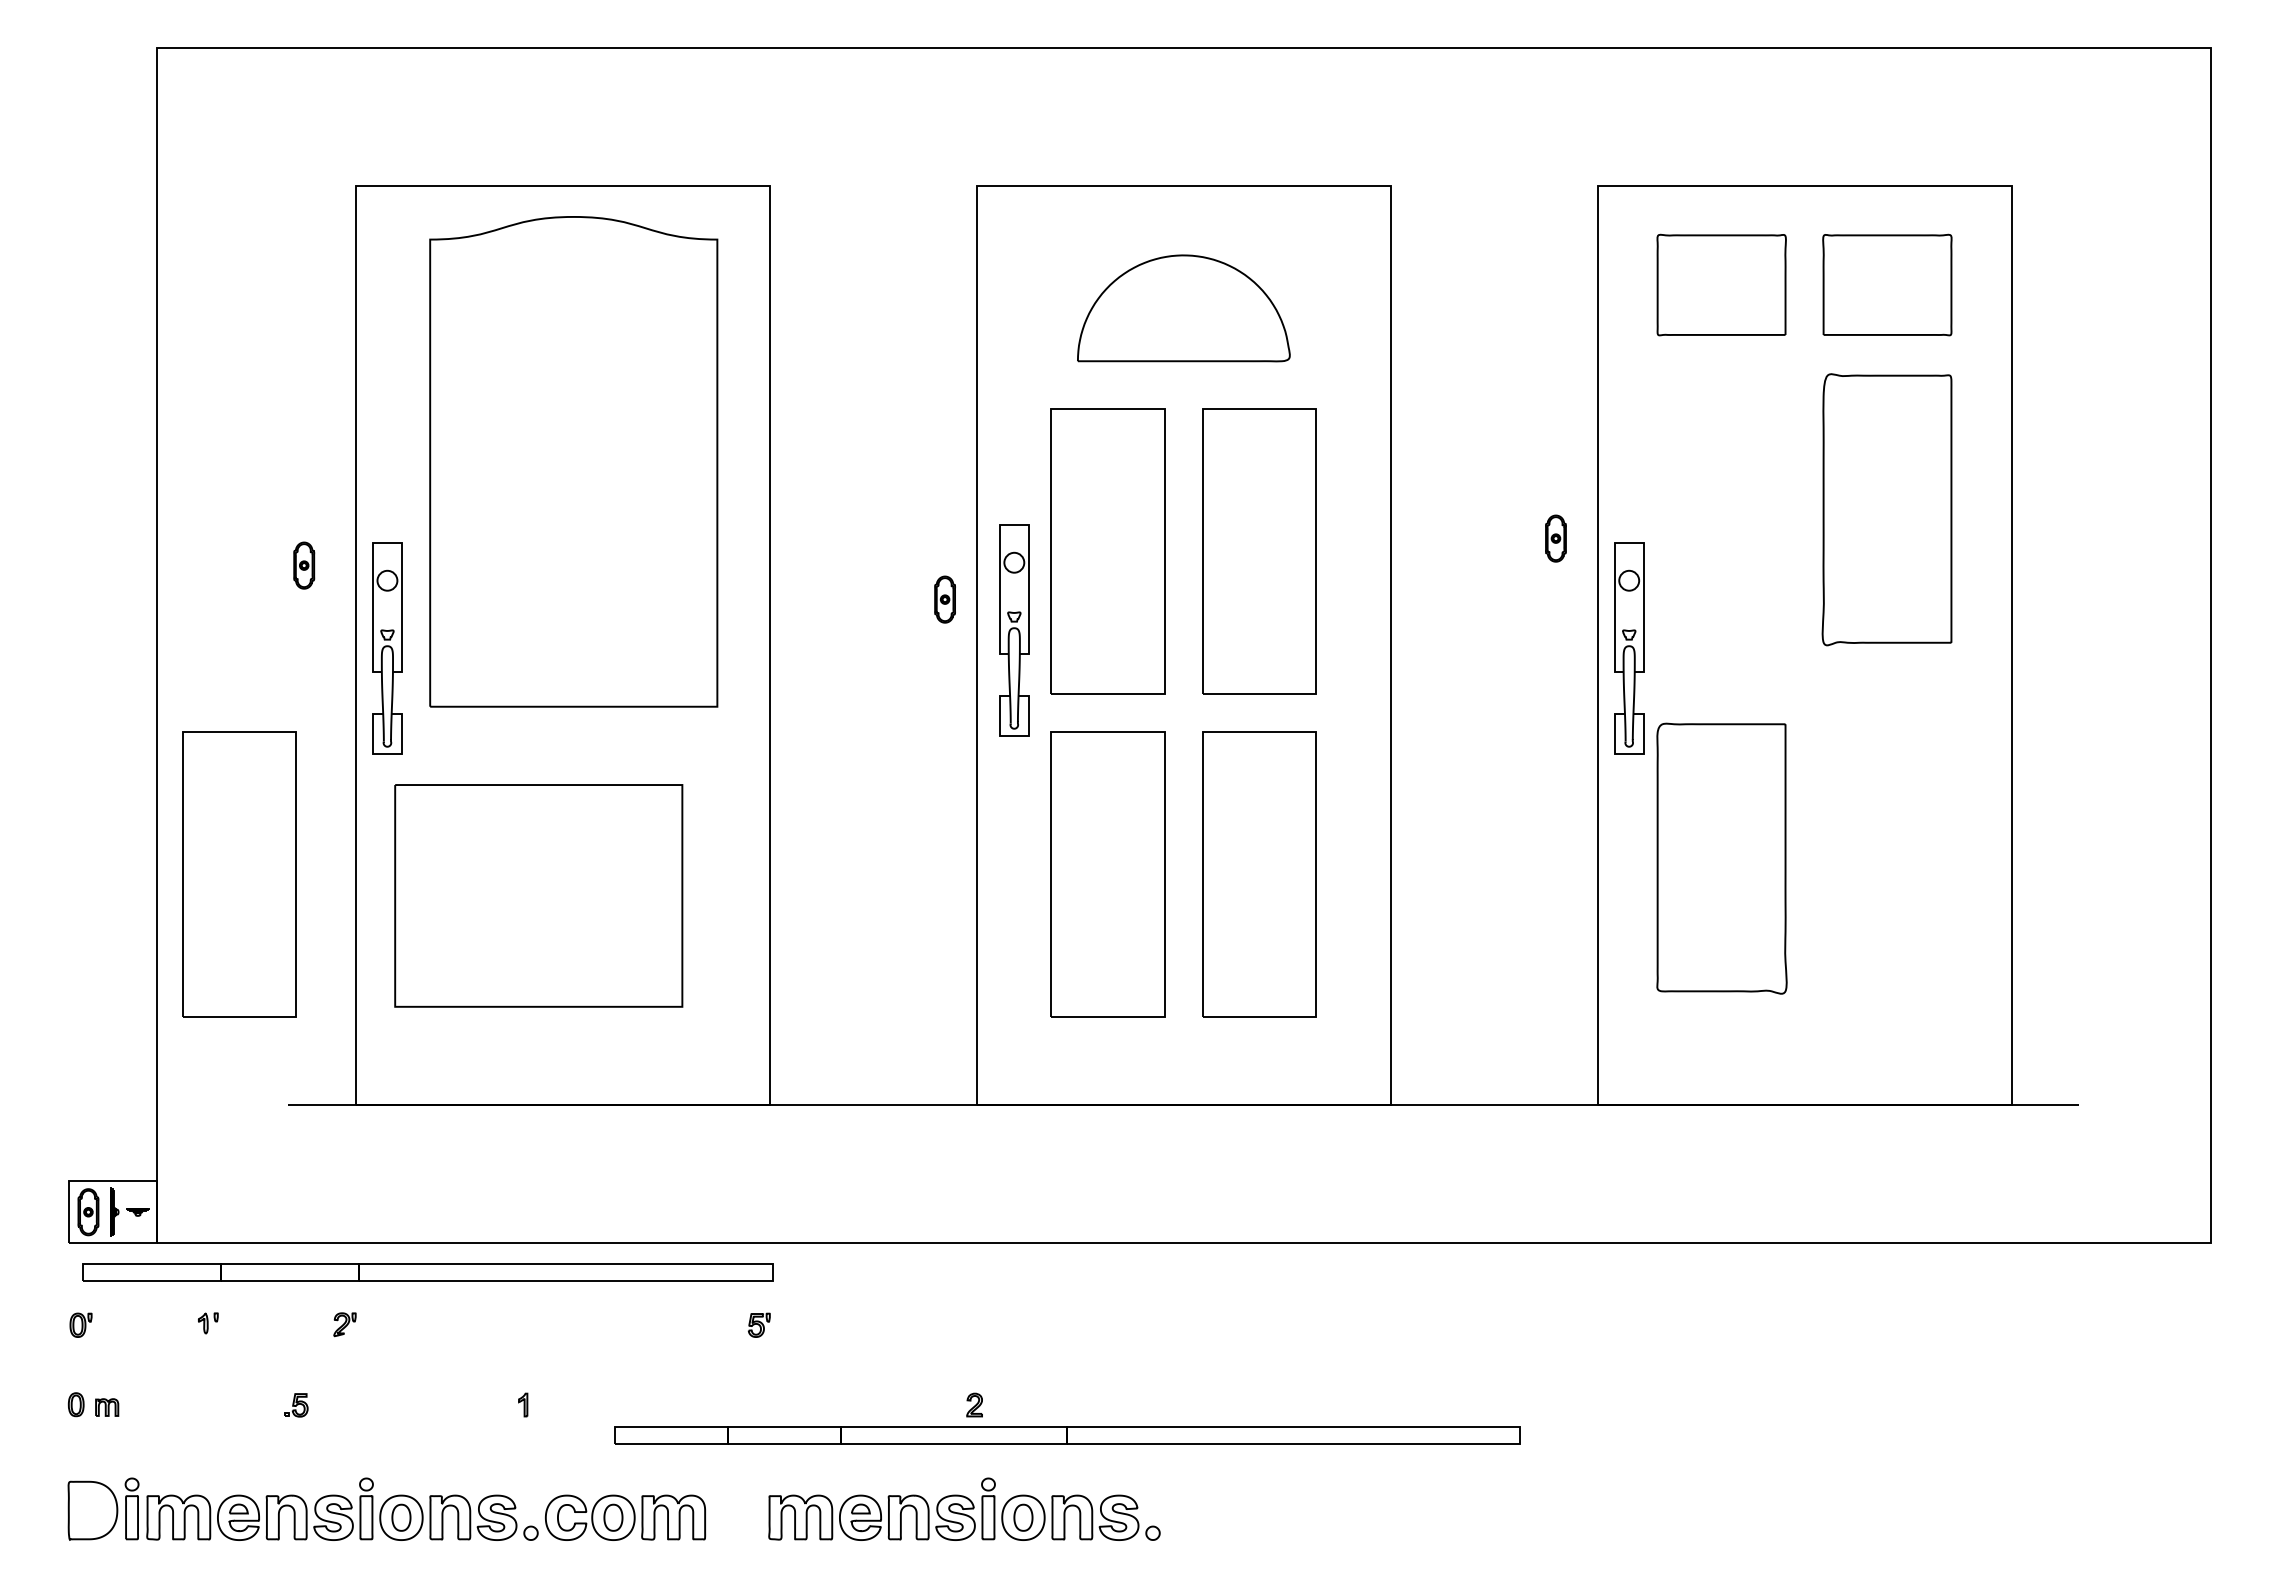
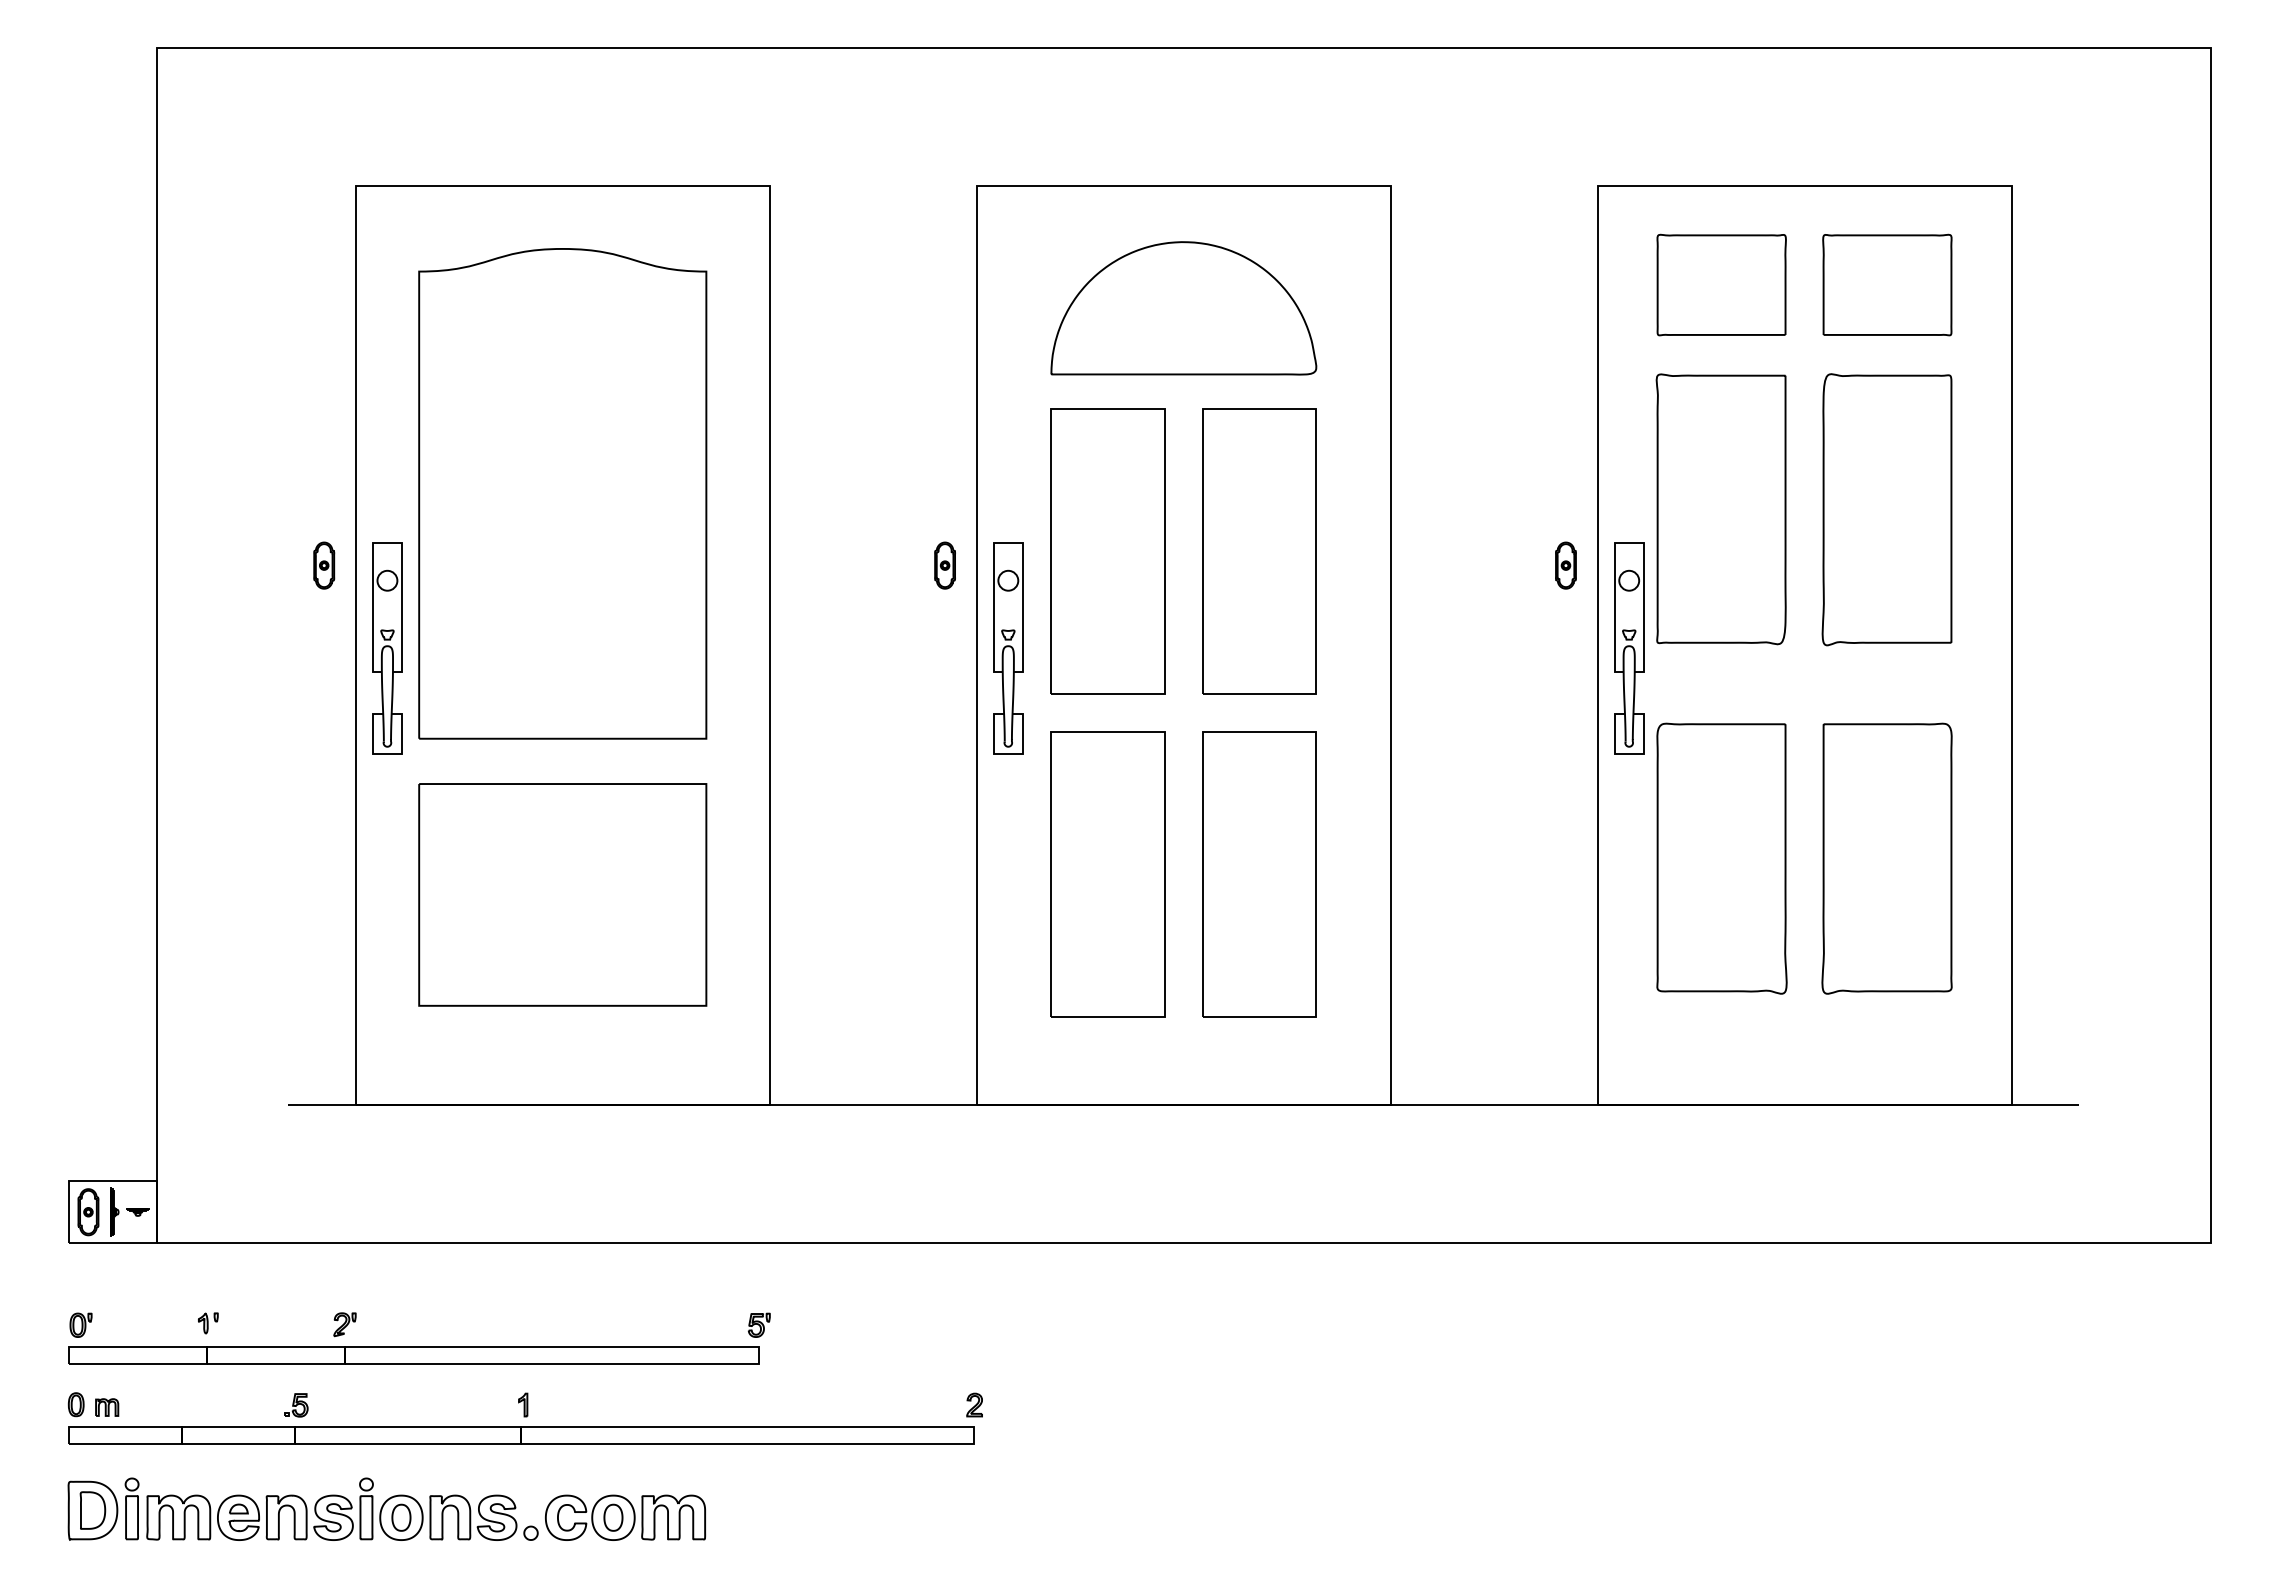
part at (1183, 308) size: 214x109 px -> 268x135 px
part at (573, 461) position: (573, 461) -> (562, 493)
part at (1720, 509): none -> present
part at (1555, 538) position: (1555, 538) -> (1565, 565)
part at (304, 565) position: (304, 565) -> (324, 565)
part at (944, 599) position: (944, 599) -> (944, 565)
part at (1014, 630) position: (1014, 630) -> (1008, 648)
part at (1886, 858): none -> present
part at (239, 874): present -> none
part at (538, 895) position: (538, 895) -> (562, 894)
part at (427, 1272) position: (427, 1272) -> (413, 1355)
part at (1067, 1435) position: (1067, 1435) -> (521, 1435)
part at (964, 1508): present -> none
part at (92, 1510): none -> present
